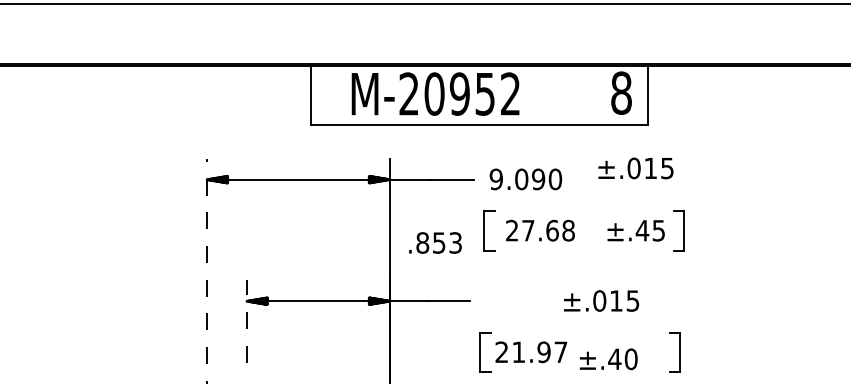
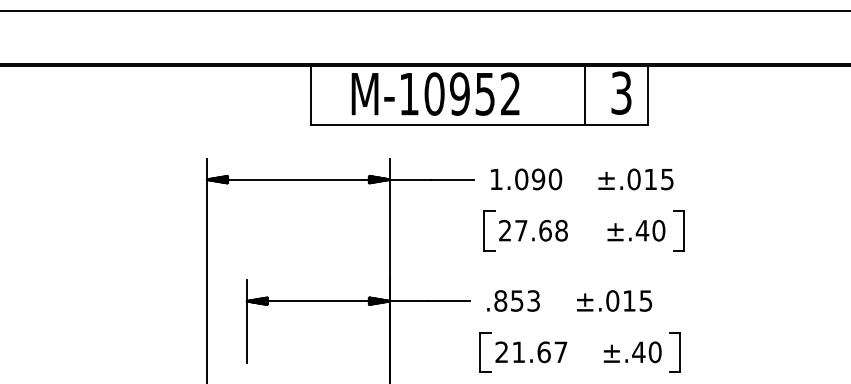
line at (424, 4) position: (424, 4) -> (424, 11)
text at (621, 92): 8 -> 3
text at (408, 93): M-20952 -> M-10952
line at (584, 94): none -> present
text at (635, 168) position: (635, 168) -> (635, 179)
text at (495, 179): 9.090 -> 1.090
text at (540, 230) position: (540, 230) -> (533, 230)
text at (658, 230): ±.45 -> ±.40
text at (435, 242) position: (435, 242) -> (513, 300)
line at (206, 271): dashed -> solid
text at (601, 300) position: (601, 300) -> (614, 300)
line at (246, 320): dashed -> solid
text at (543, 352): 21.97 -> 21.67
text at (608, 359) position: (608, 359) -> (632, 352)
